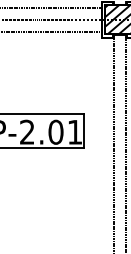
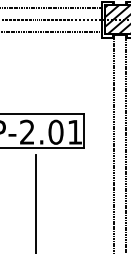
line at (35, 202): none -> present
